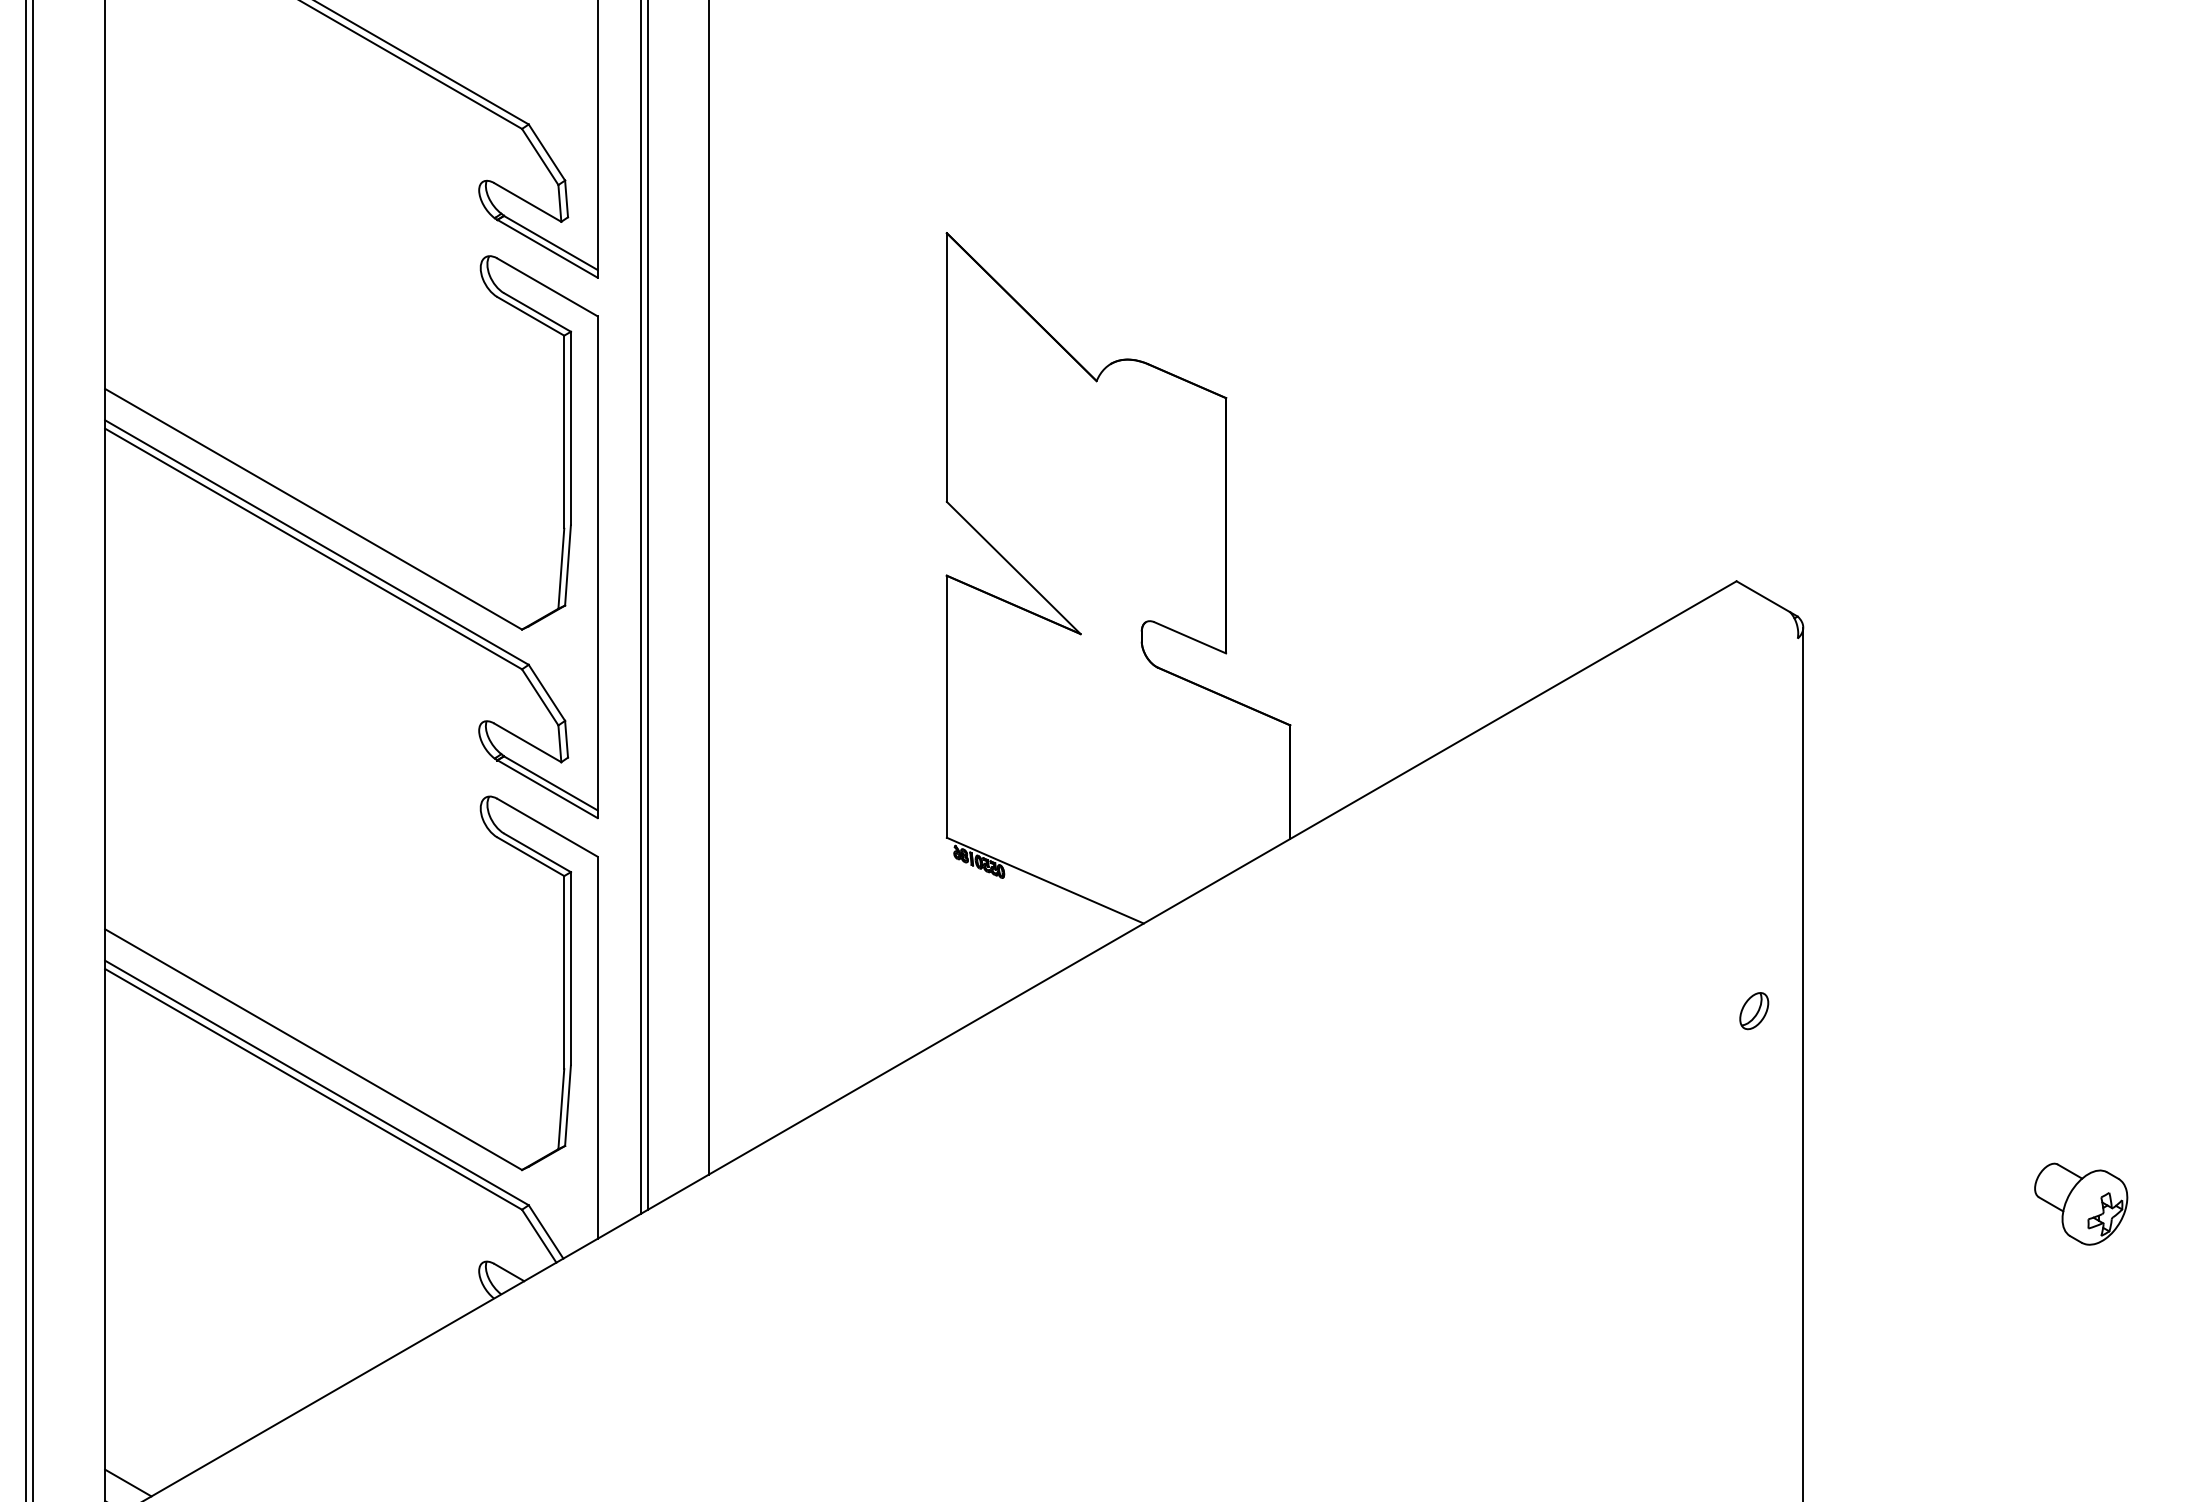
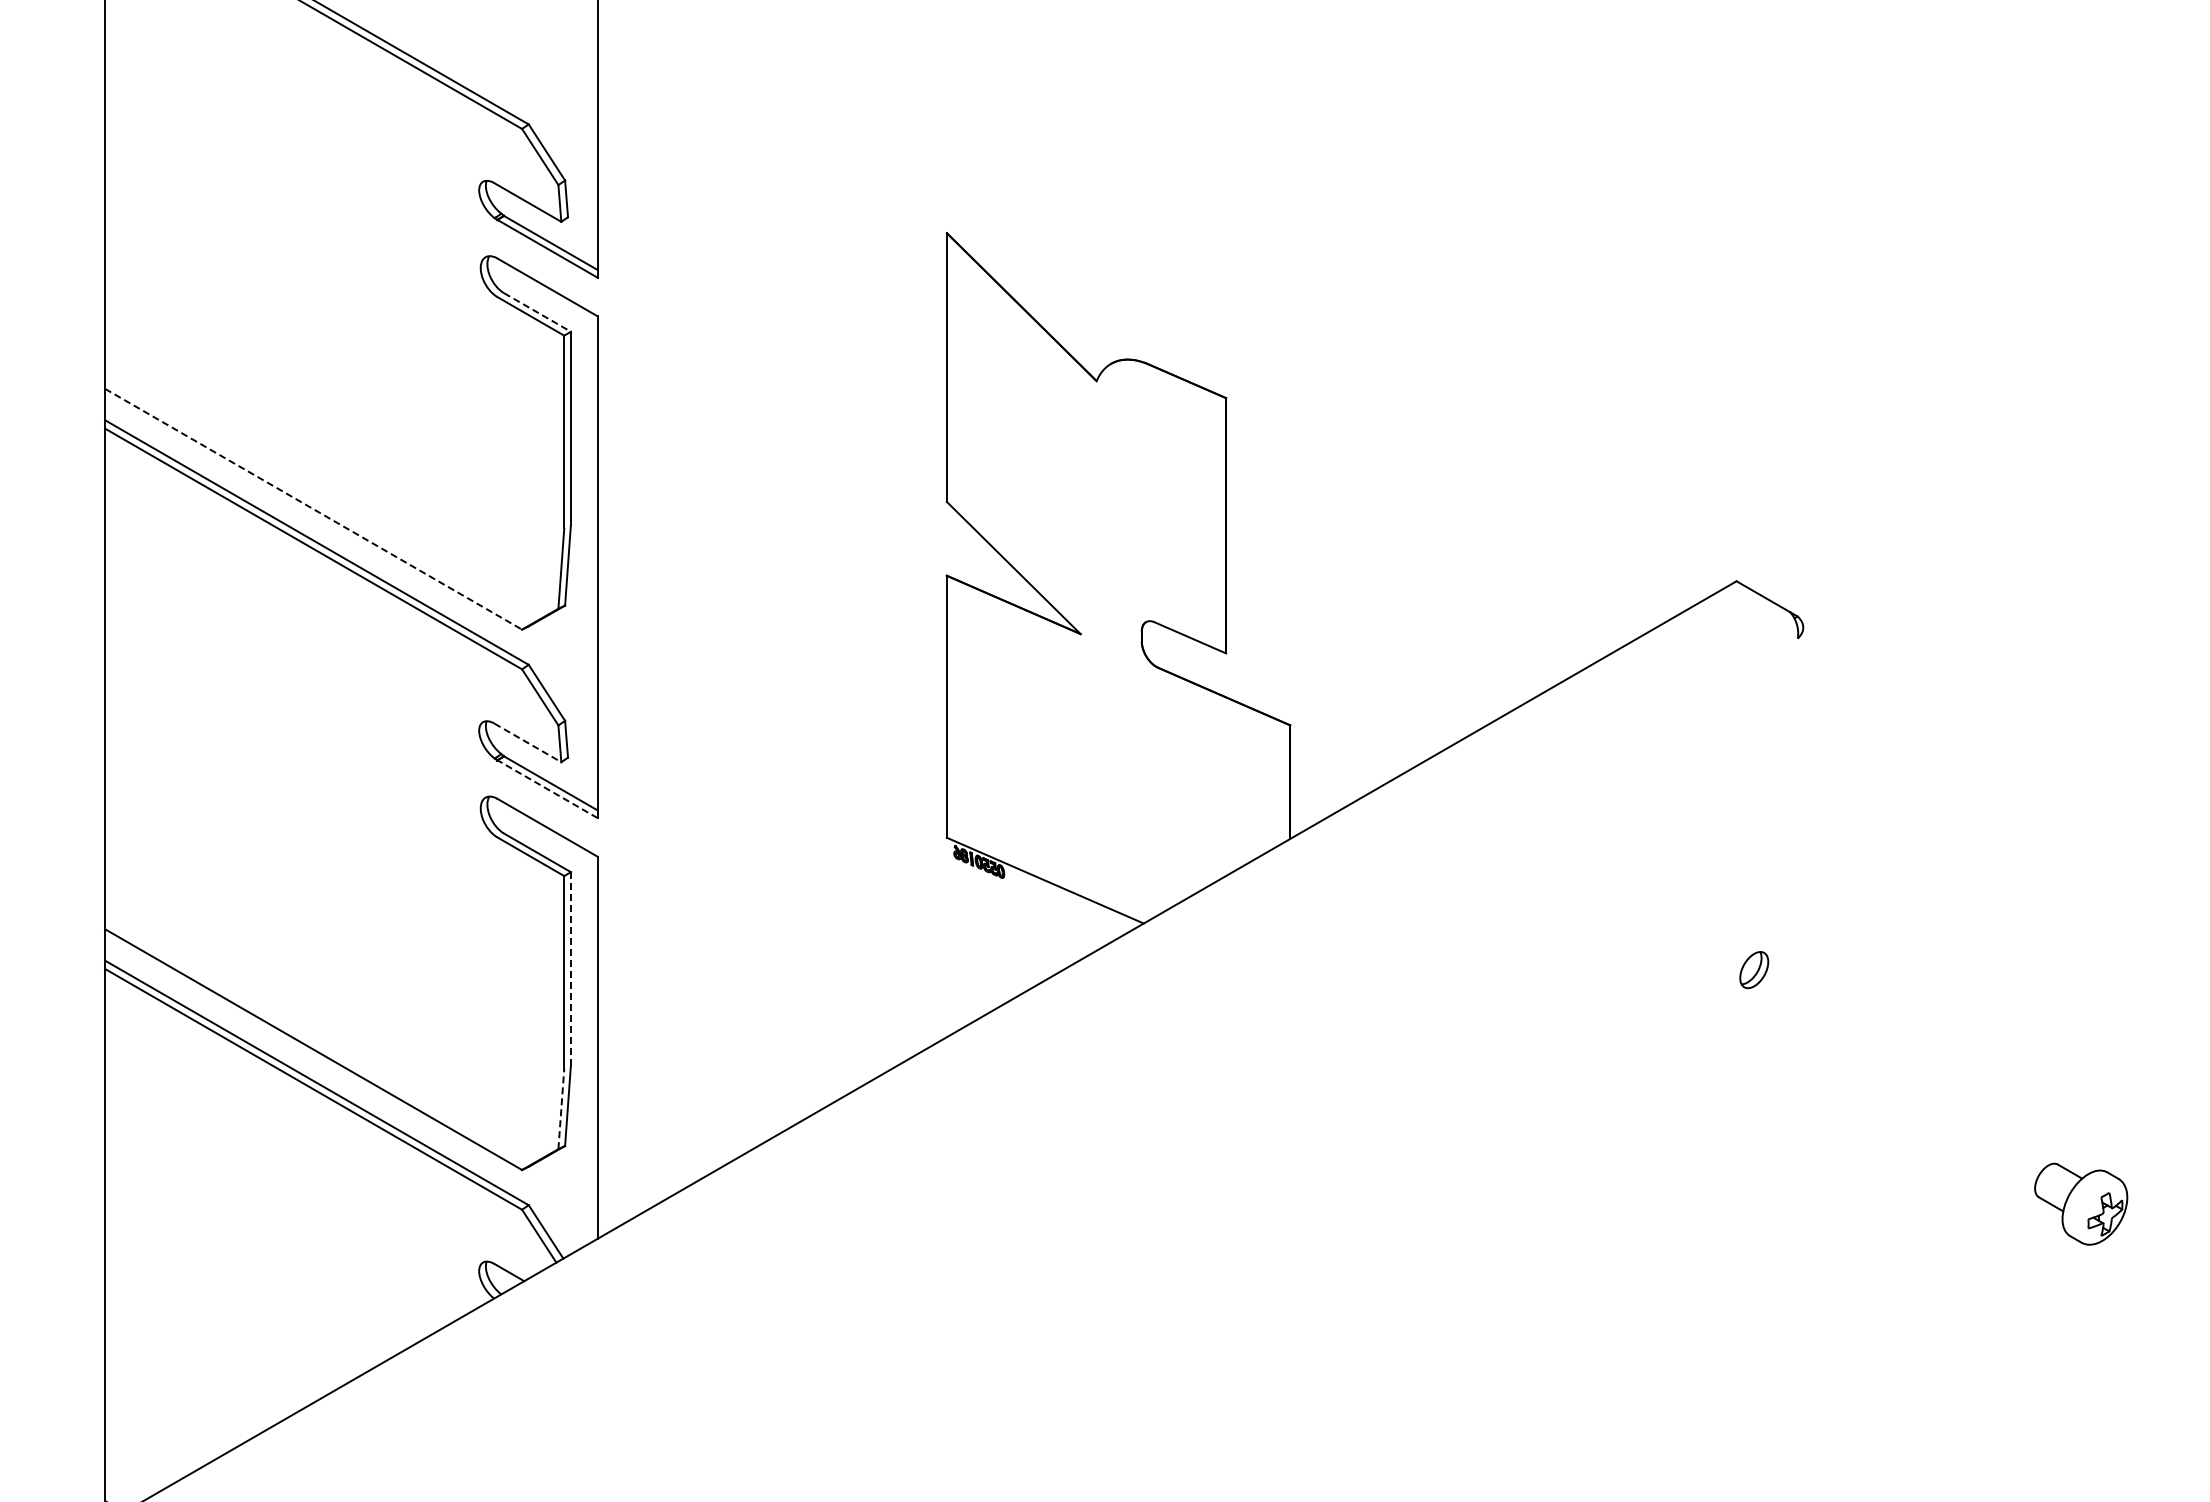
line at (537, 312): solid -> dashed
line at (313, 509): solid -> dashed
line at (708, 588): present -> none
line at (647, 605): present -> none
line at (641, 607): present -> none
line at (527, 742): solid -> dashed
line at (26, 750): present -> none
line at (32, 750): present -> none
line at (547, 789): solid -> dashed
line at (570, 969): solid -> dashed
part at (1754, 1011) position: (1754, 1011) -> (1754, 970)
line at (1803, 1062): present -> none
line at (561, 1108): solid -> dashed
line at (128, 1482): present -> none
